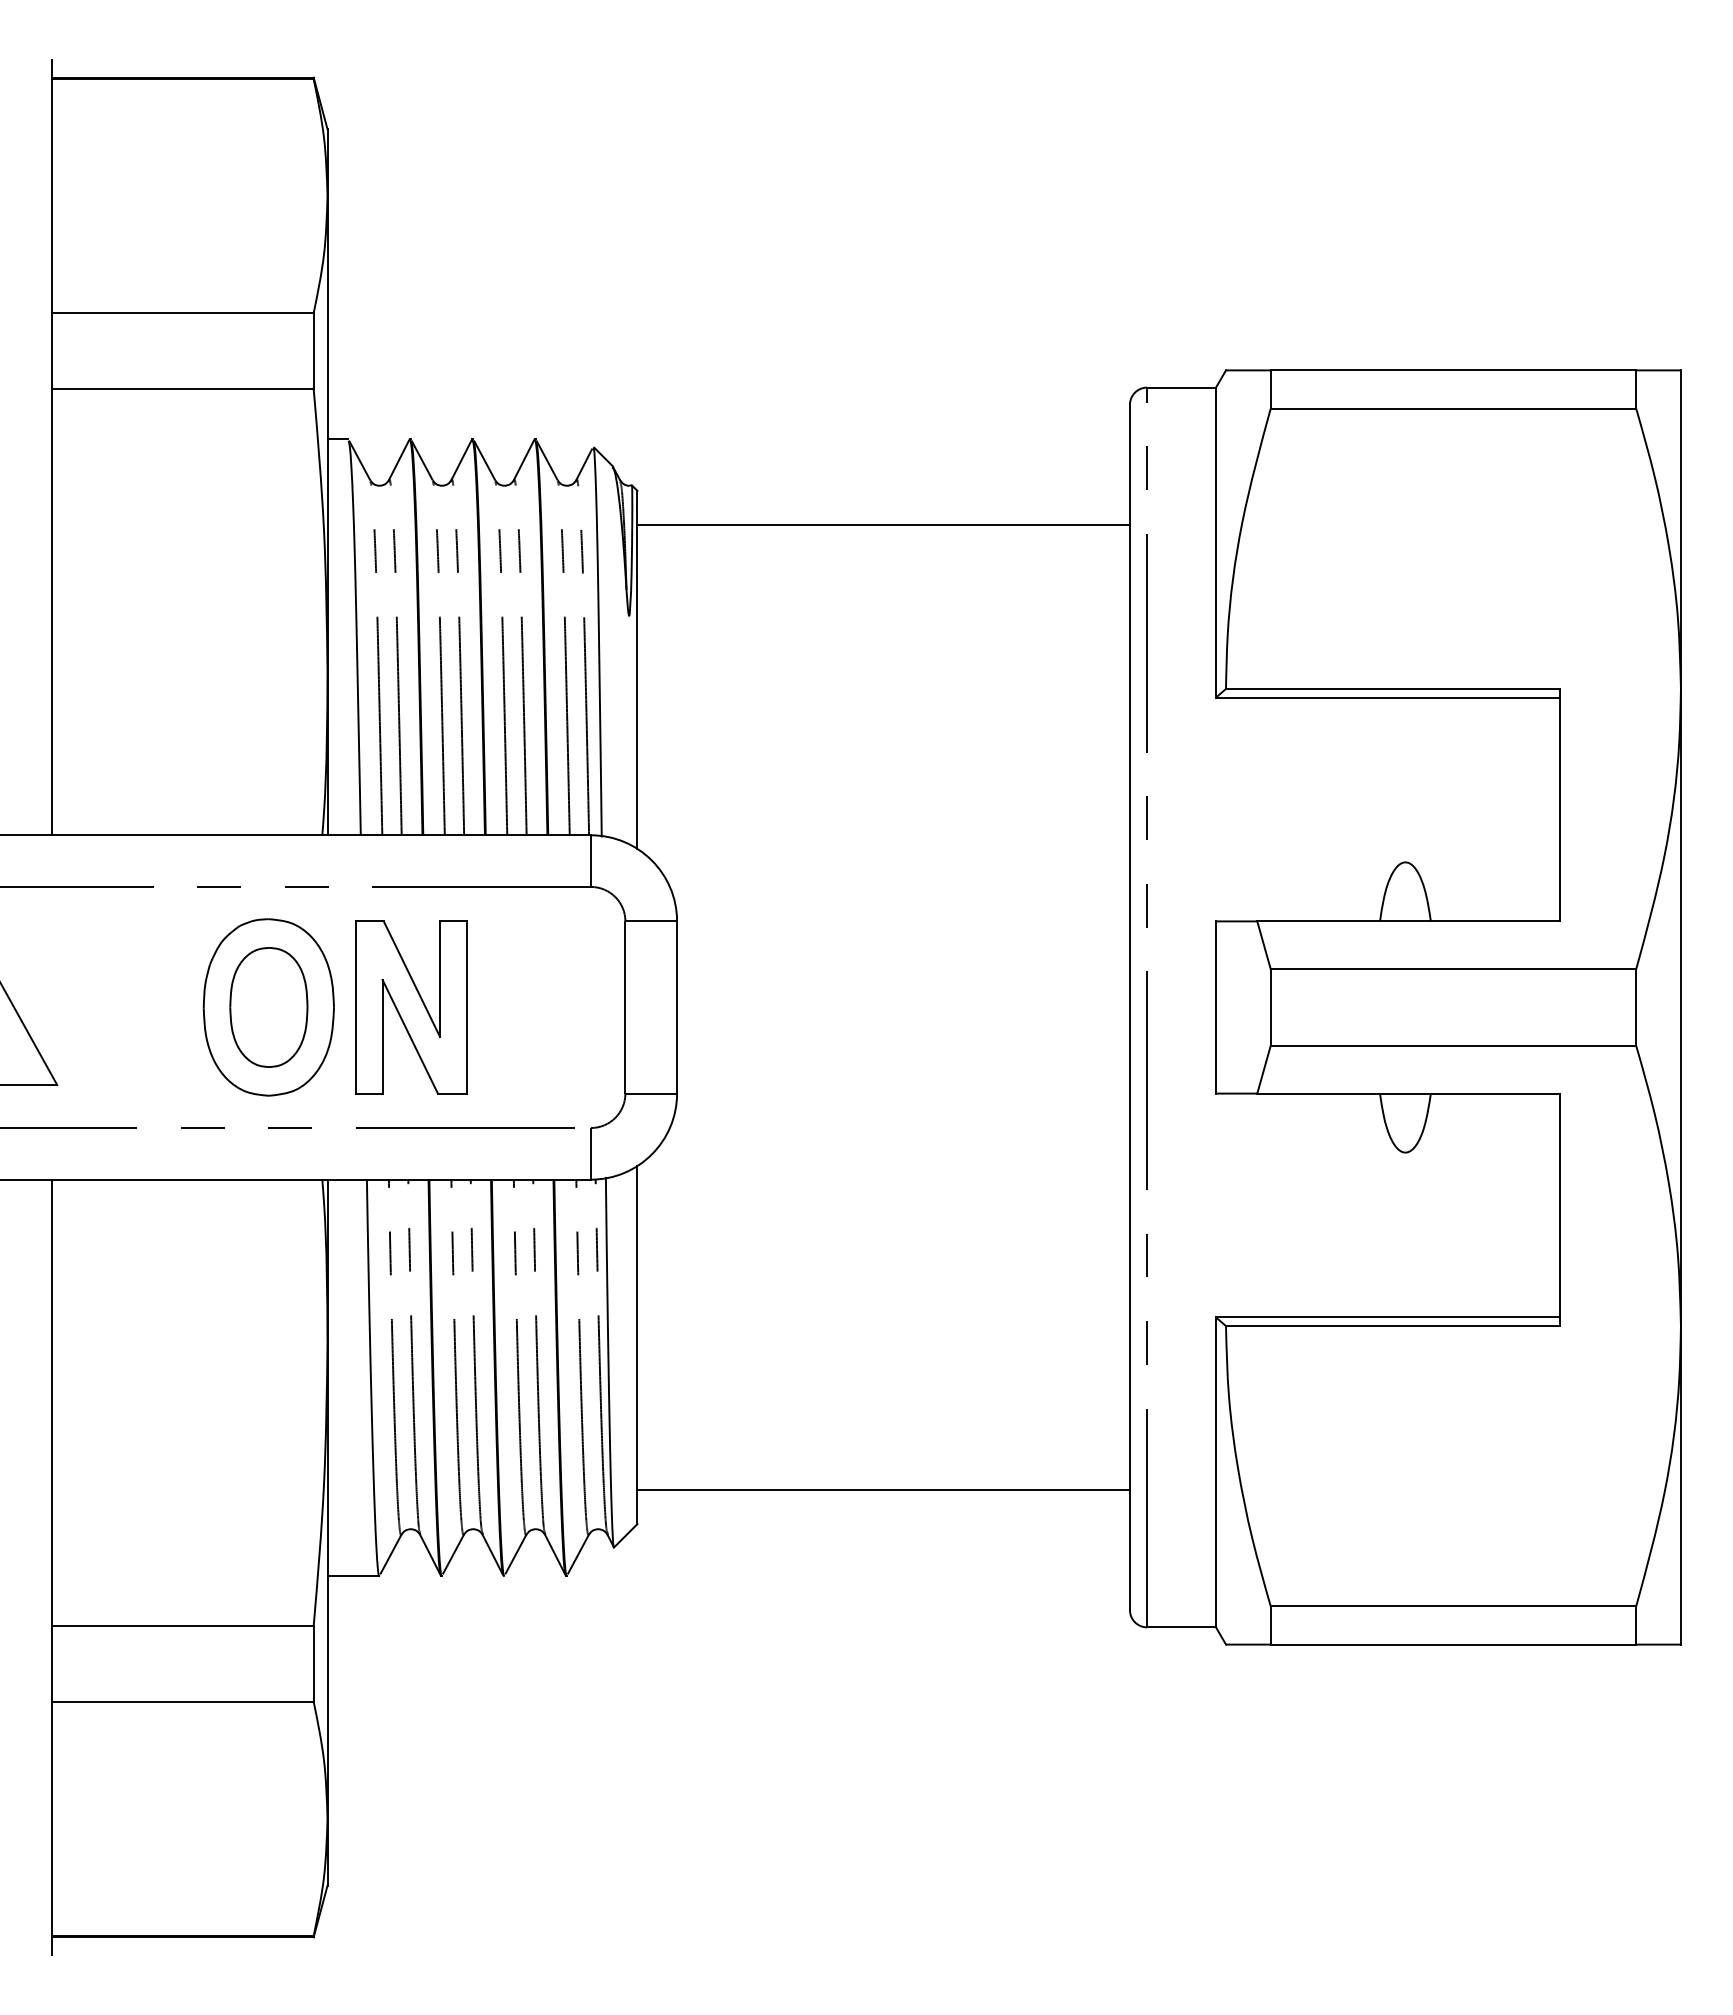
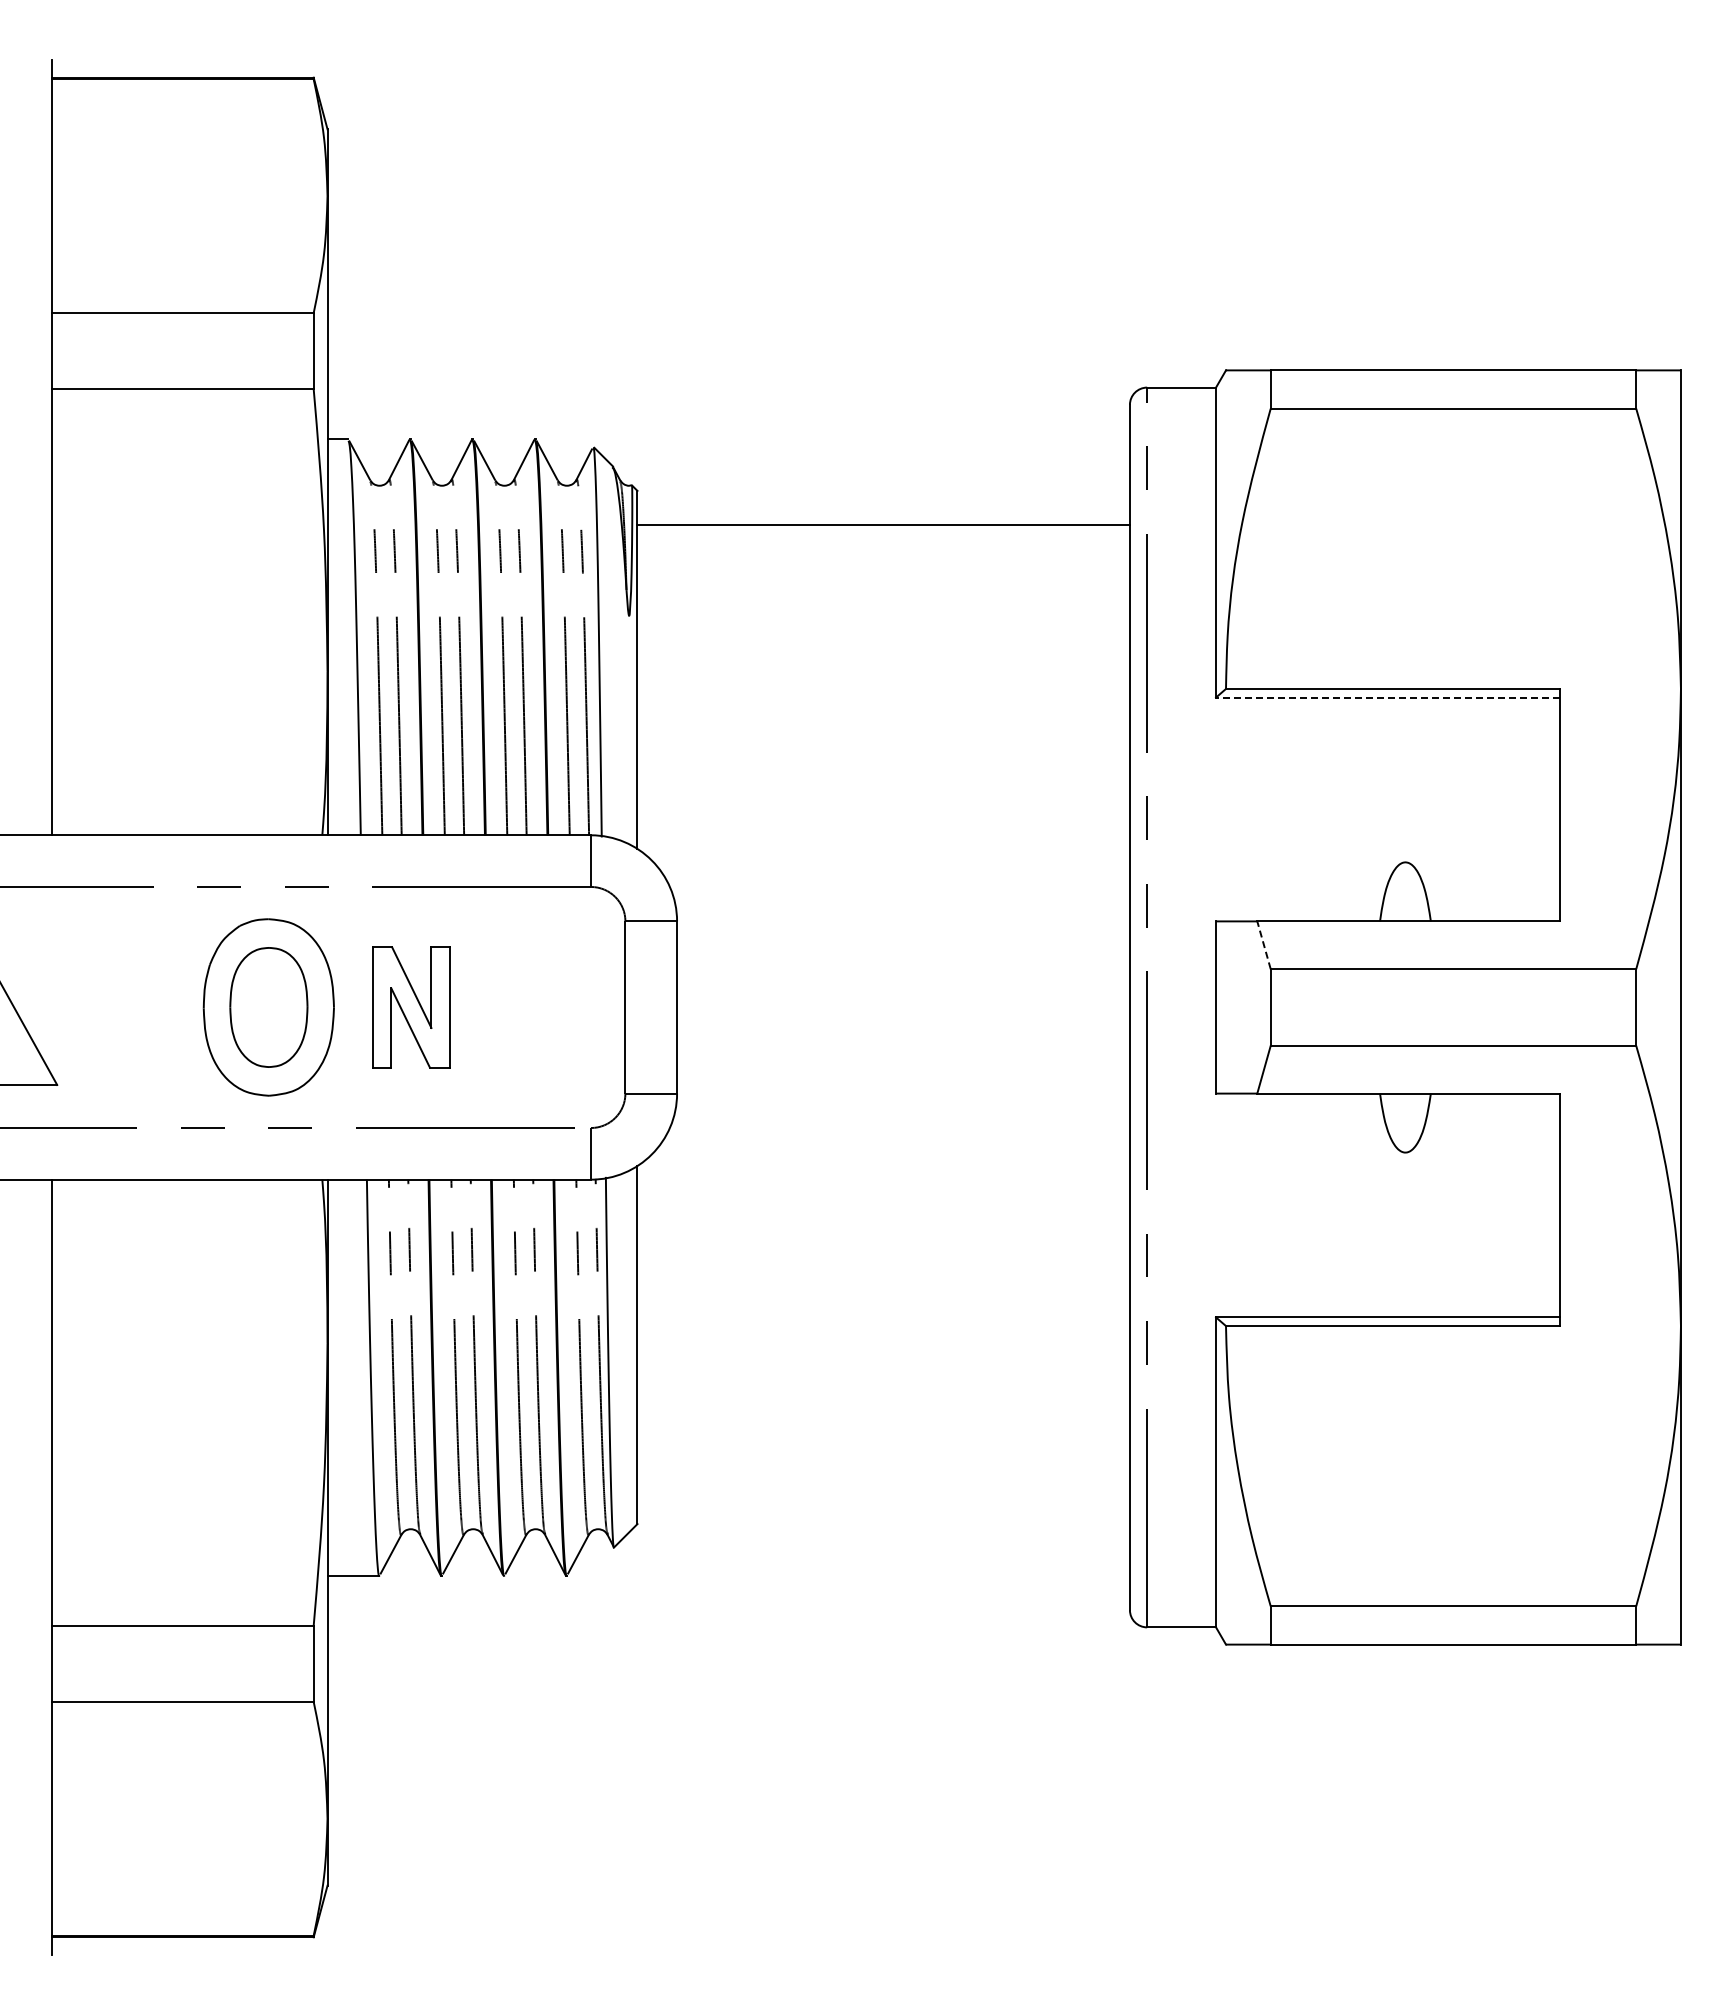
line at (1387, 697): solid -> dashed
line at (1264, 945): solid -> dashed
part at (411, 1007) size: 113x175 px -> 79x123 px
line at (883, 1489): present -> none
